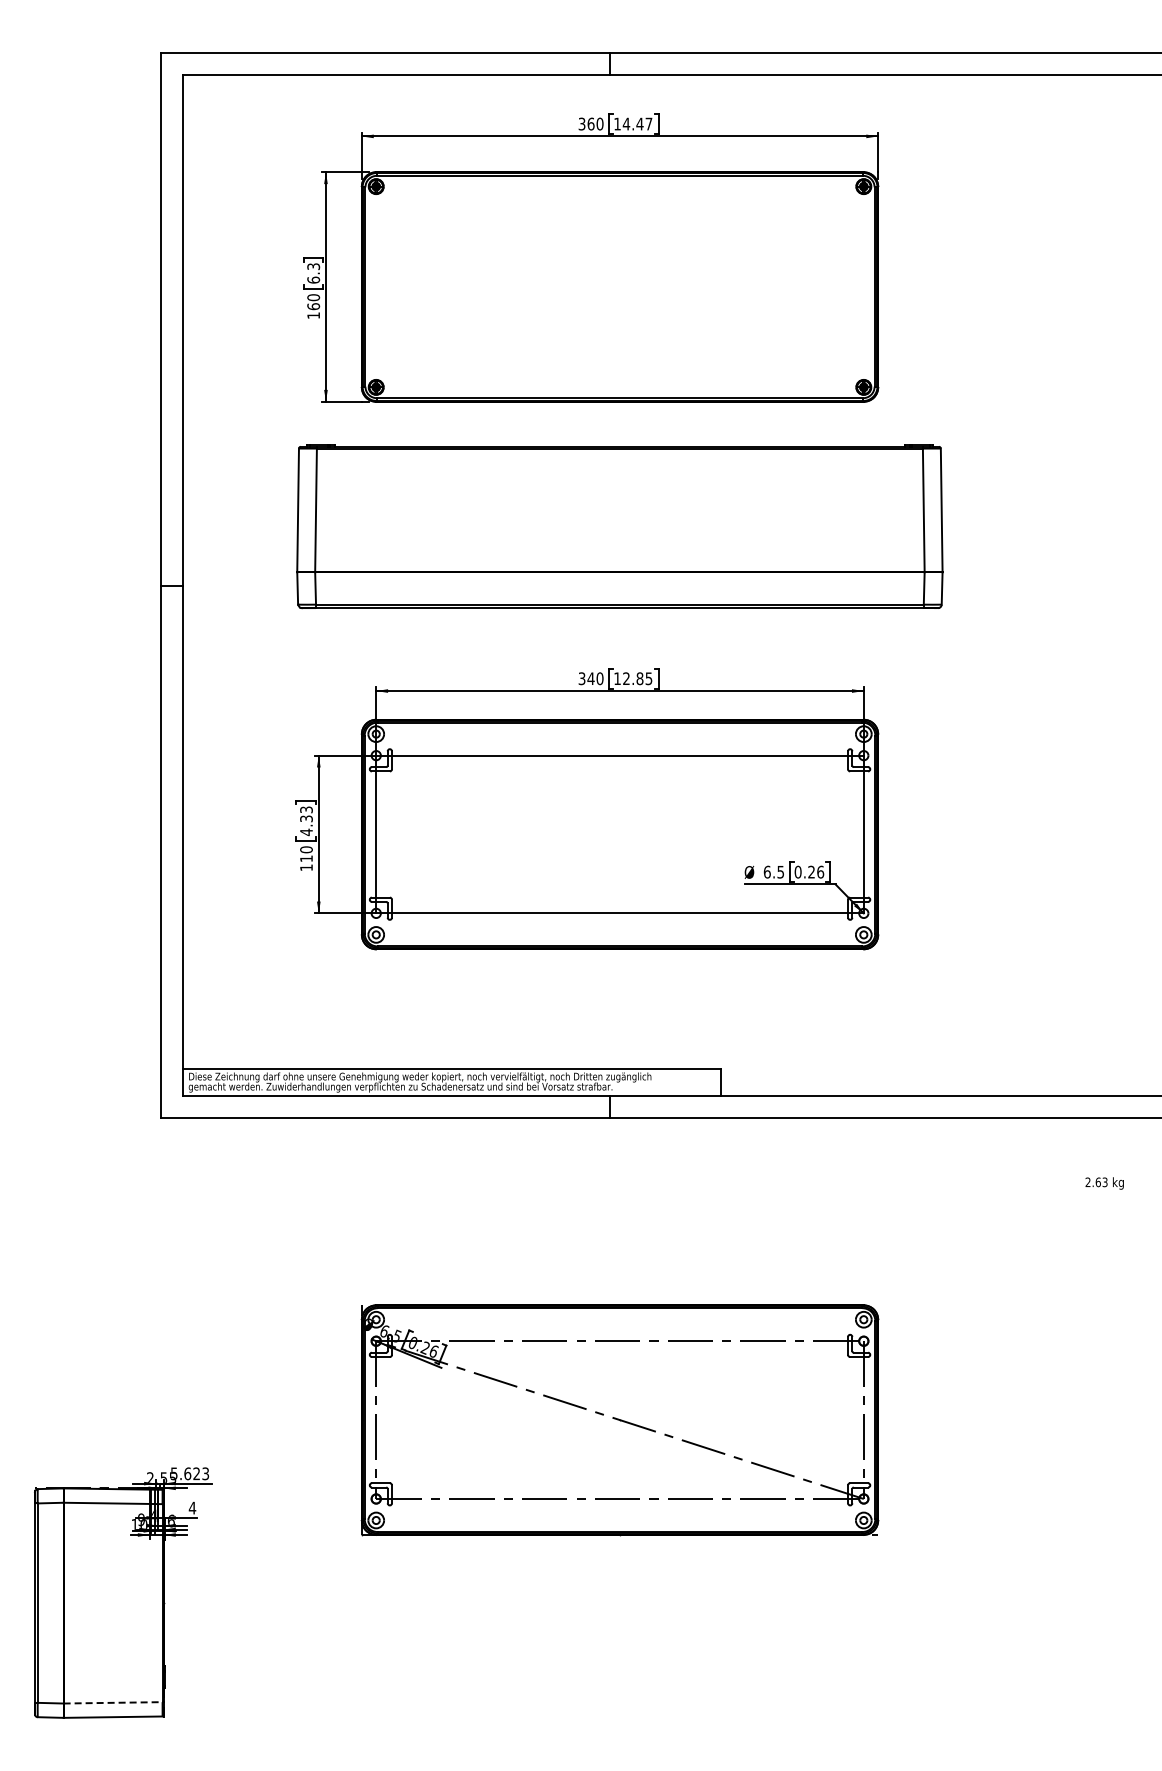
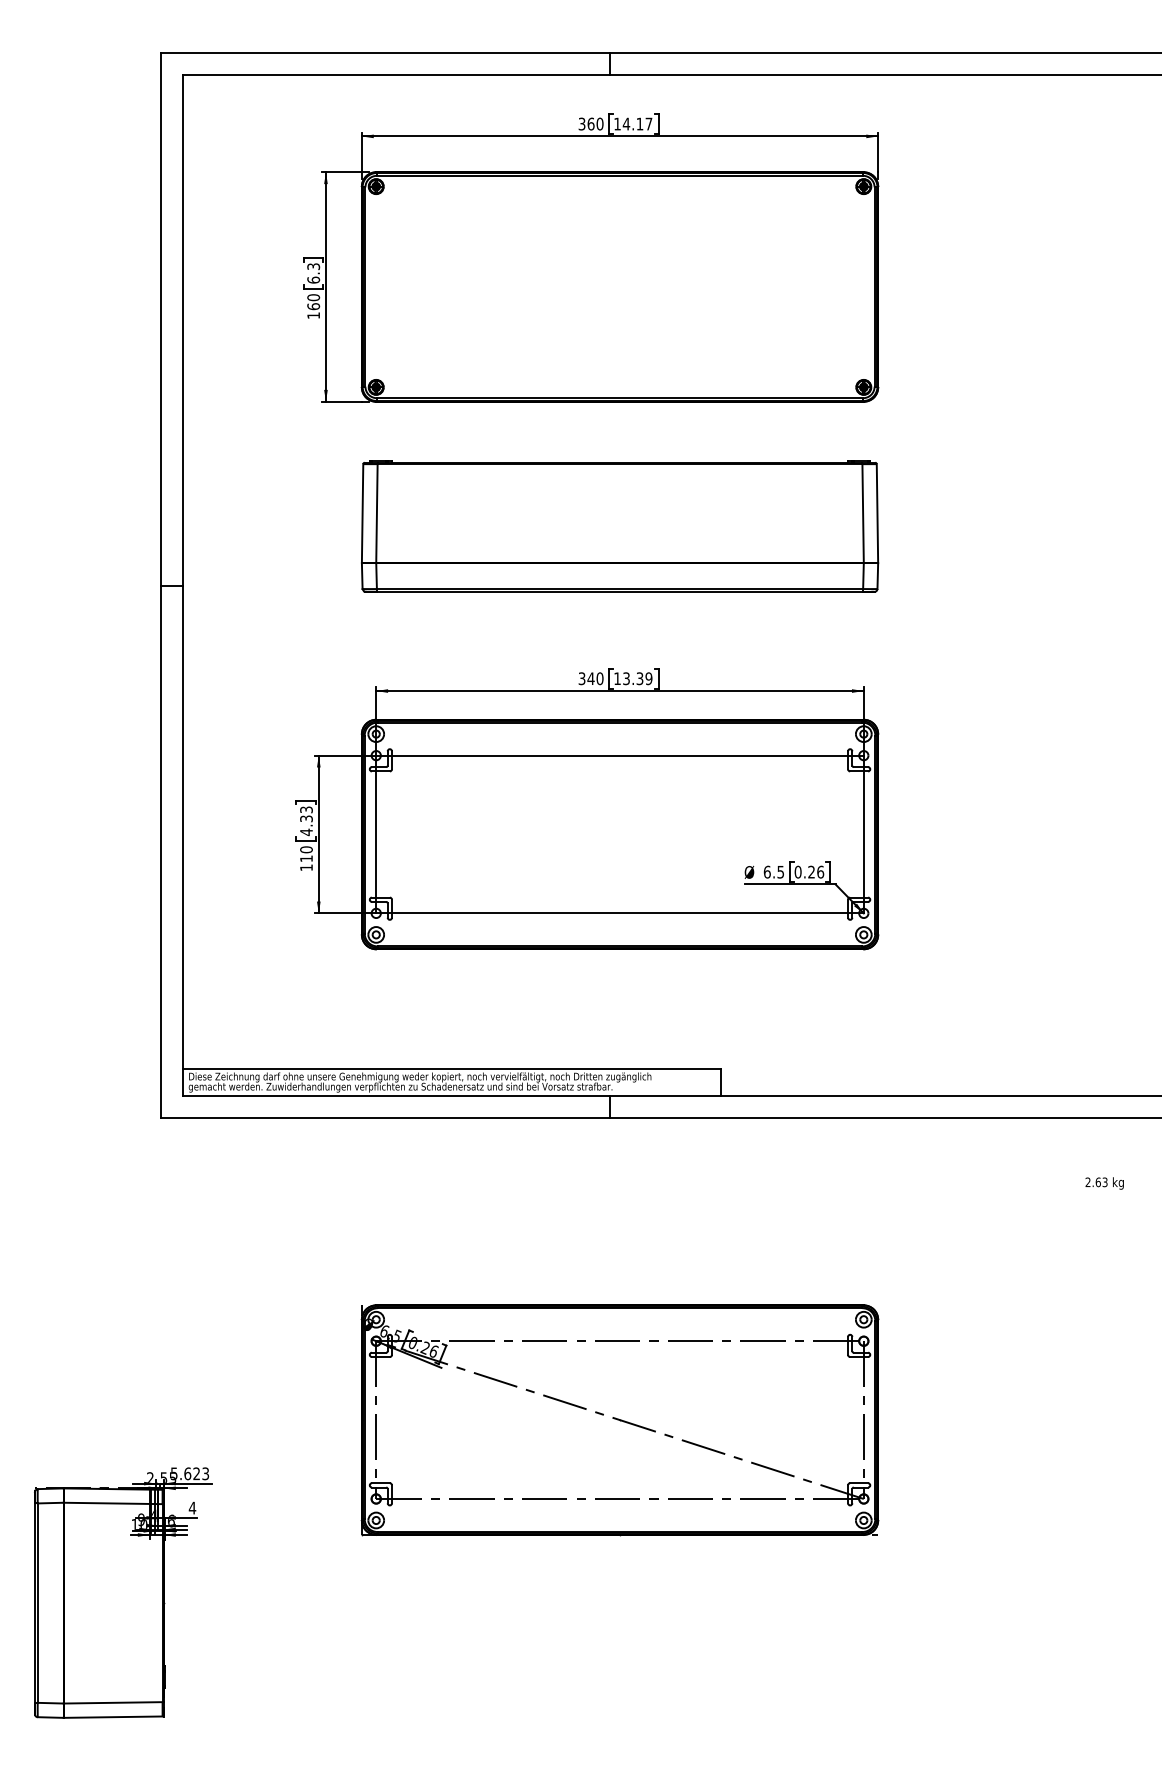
text at (639, 123): 14.47 -> 14.17
part at (619, 526) size: 648x166 px -> 519x133 px
text at (637, 678): 12.85 -> 13.39
line at (113, 1702): dashed -> solid
